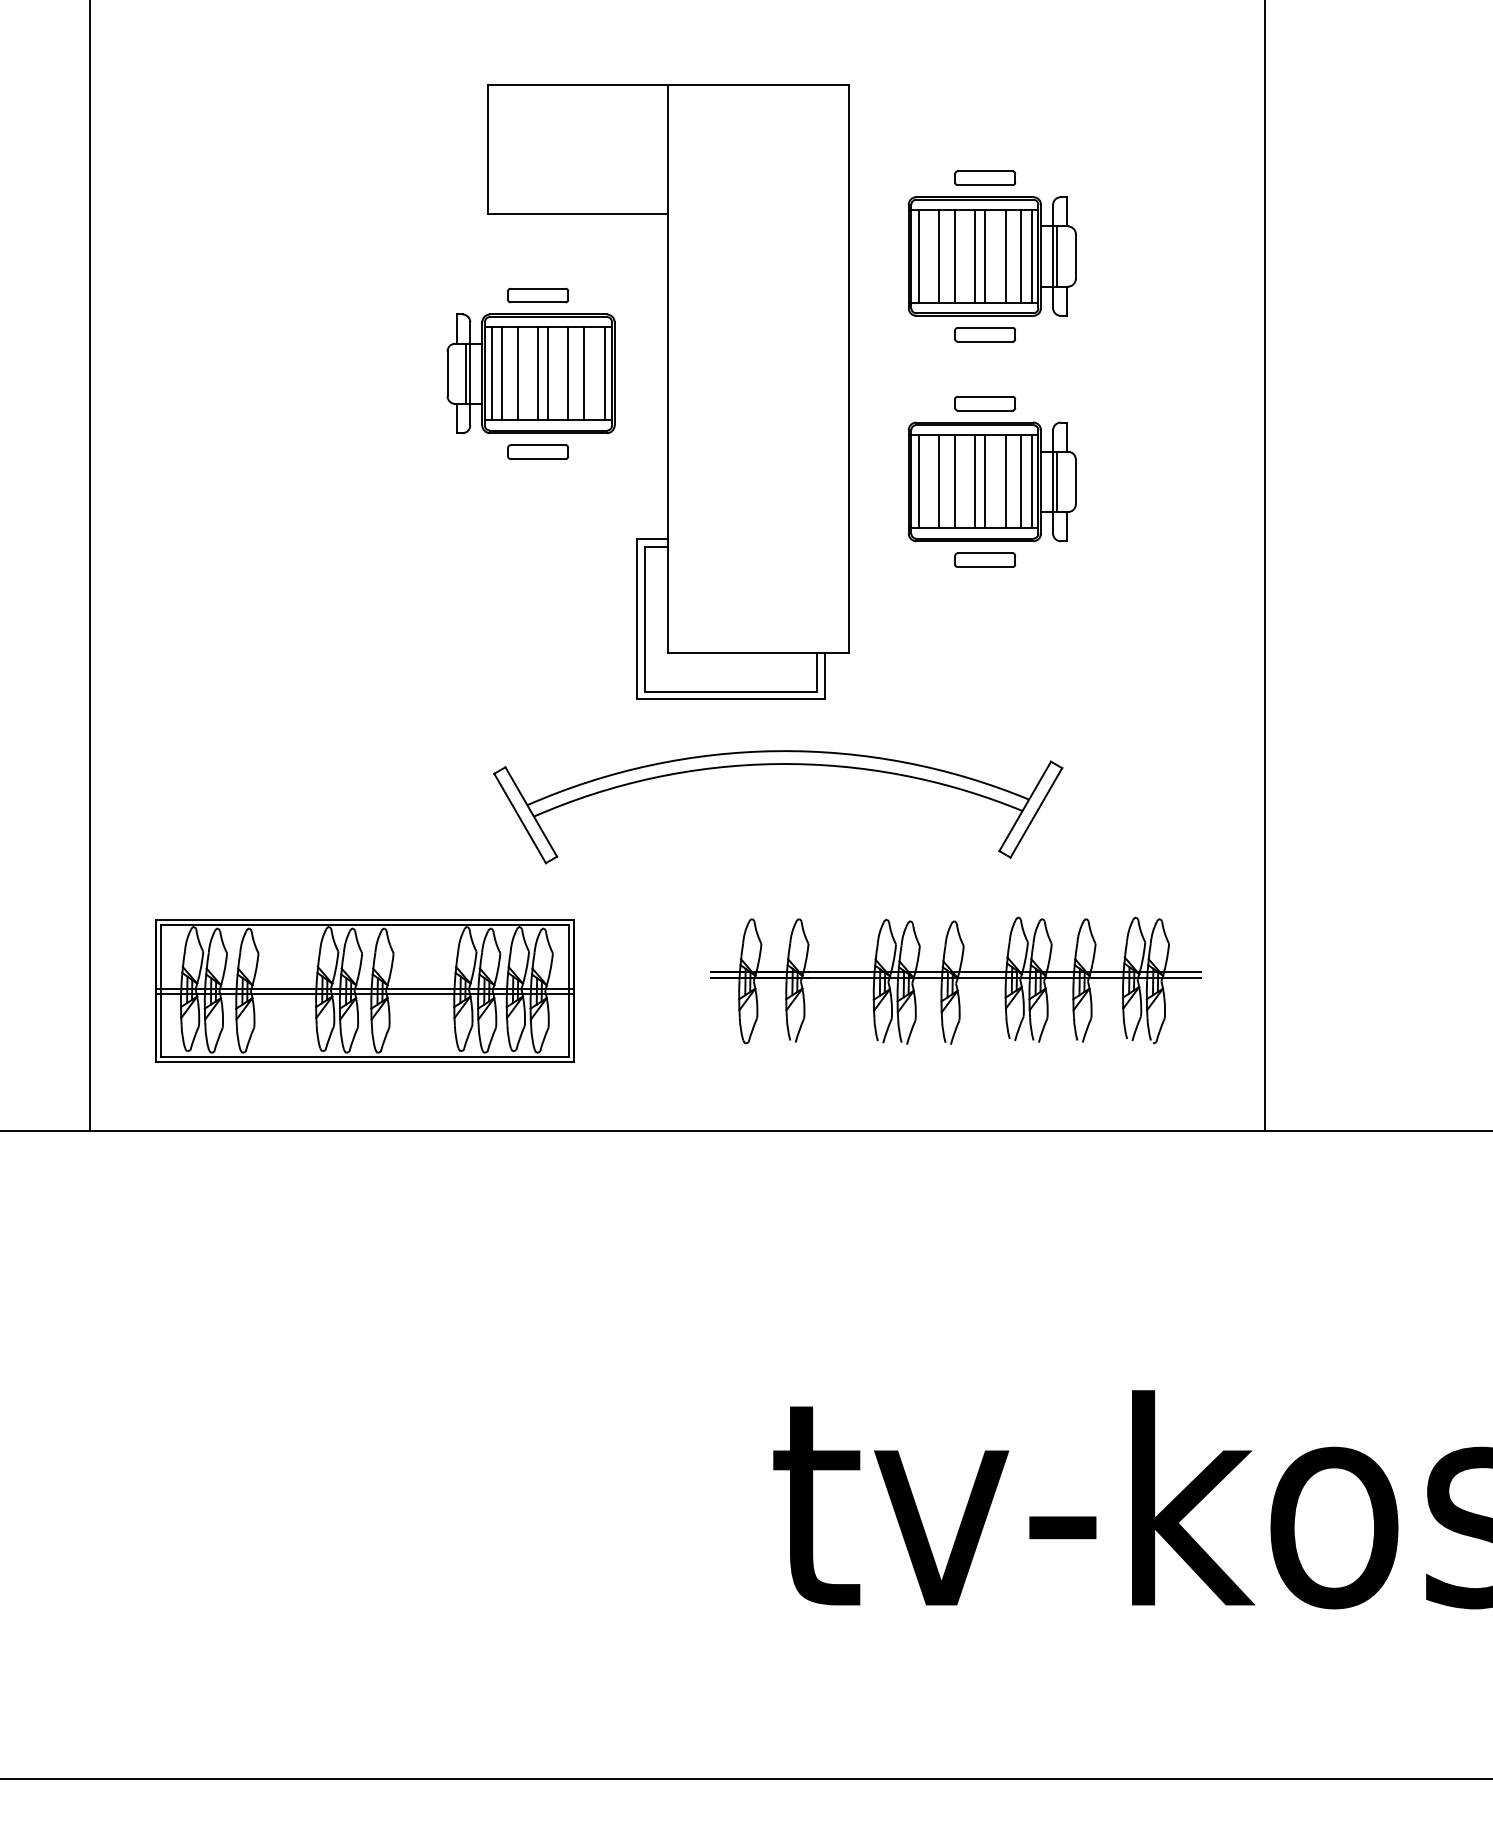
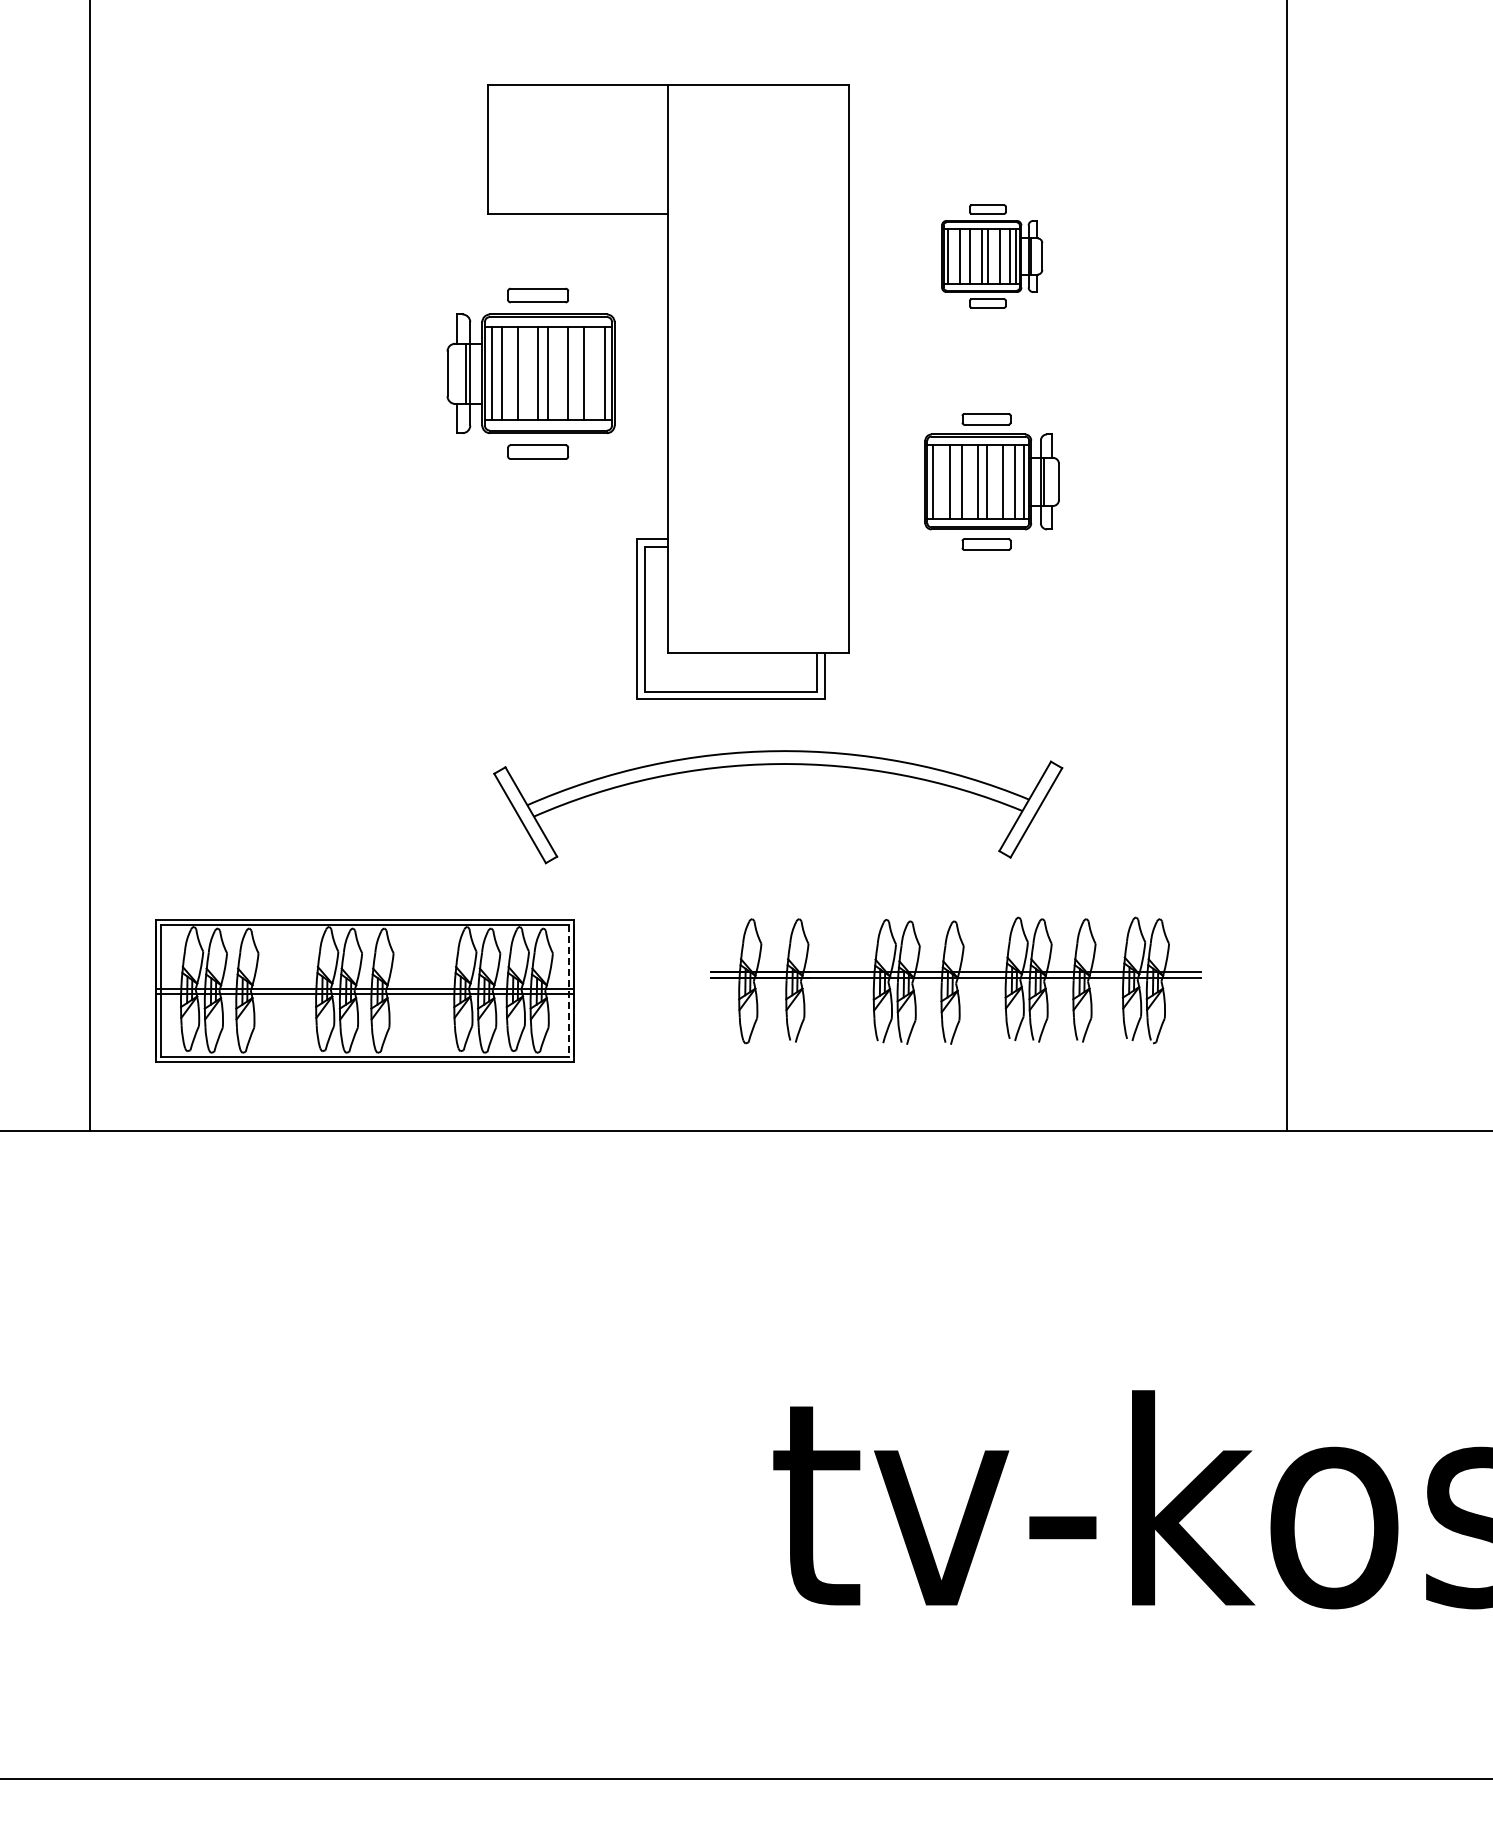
part at (991, 256) size: 170x173 px -> 103x105 px
part at (991, 481) size: 170x172 px -> 136x138 px
line at (1265, 566) position: (1265, 566) -> (1287, 566)
line at (568, 991): solid -> dashed
